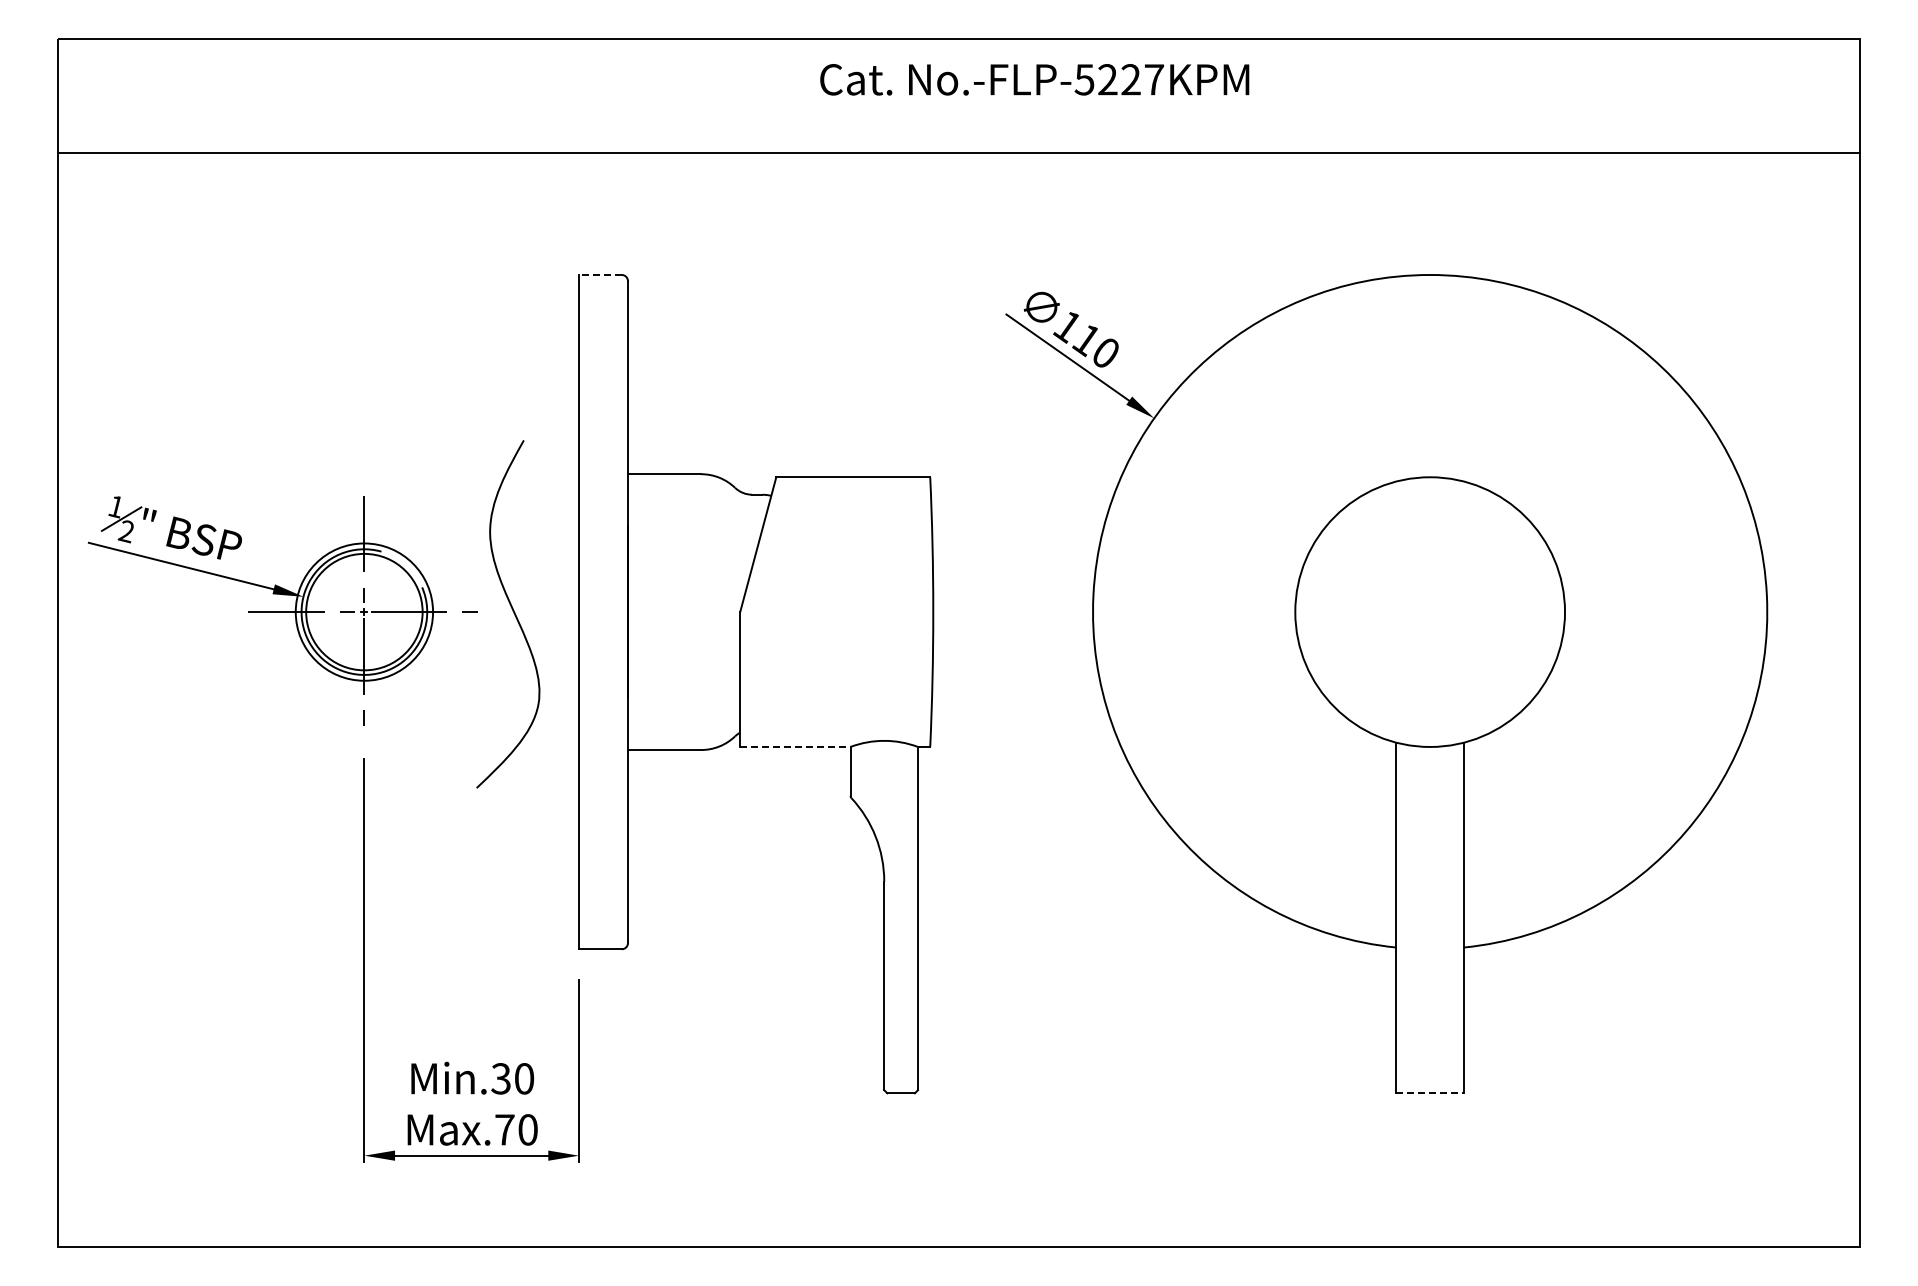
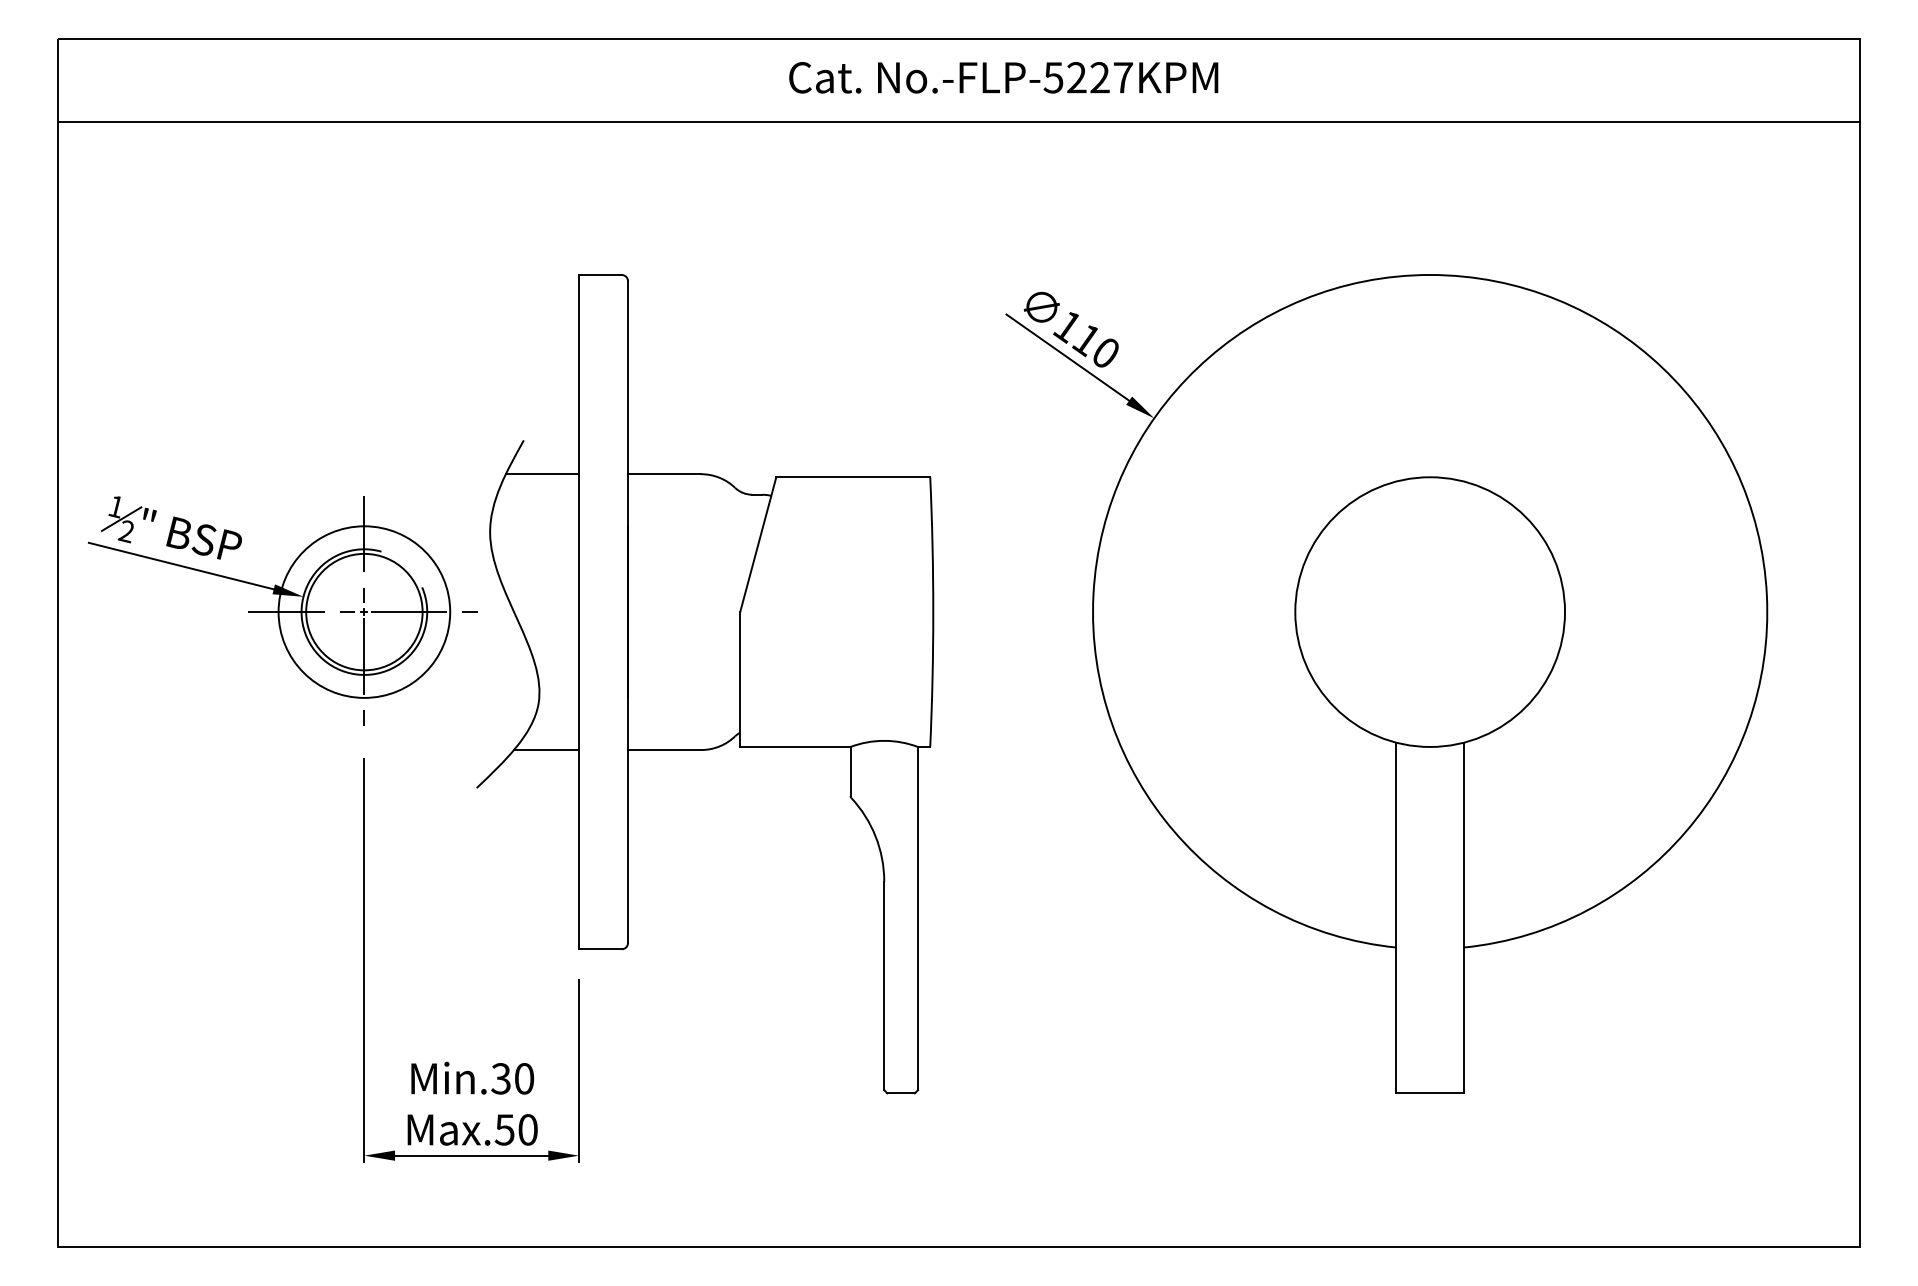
text at (1034, 79) position: (1034, 79) -> (1003, 77)
line at (958, 152) position: (958, 152) -> (958, 121)
line at (599, 274): dashed -> solid
line at (541, 474): none -> present
circle at (364, 611) diameter: 137 px -> 172 px
line at (795, 746): dashed -> solid
line at (546, 750): none -> present
line at (1430, 1093): dashed -> solid
text at (504, 1129): Max.70 -> Max.50
